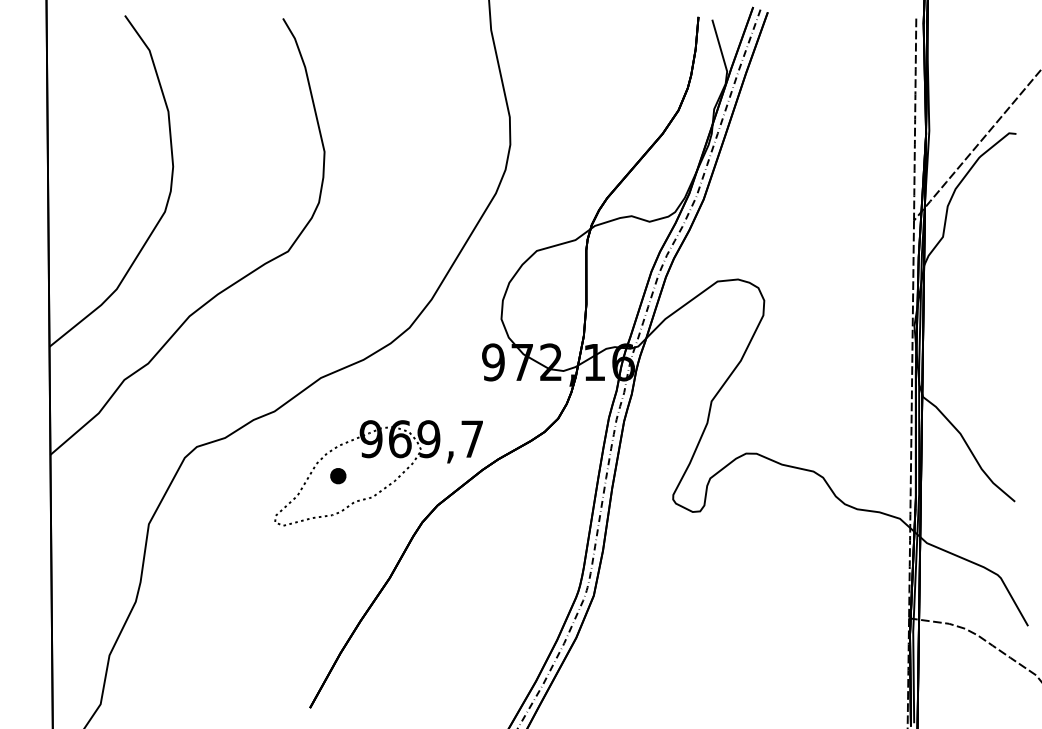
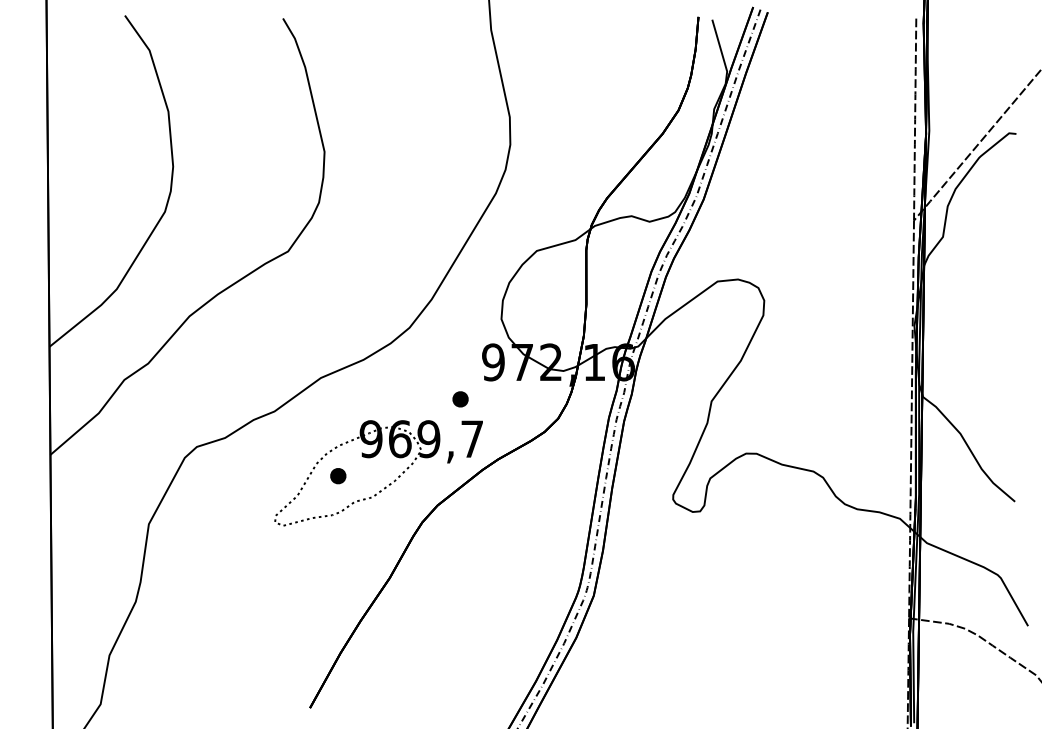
part at (460, 399): none -> present
